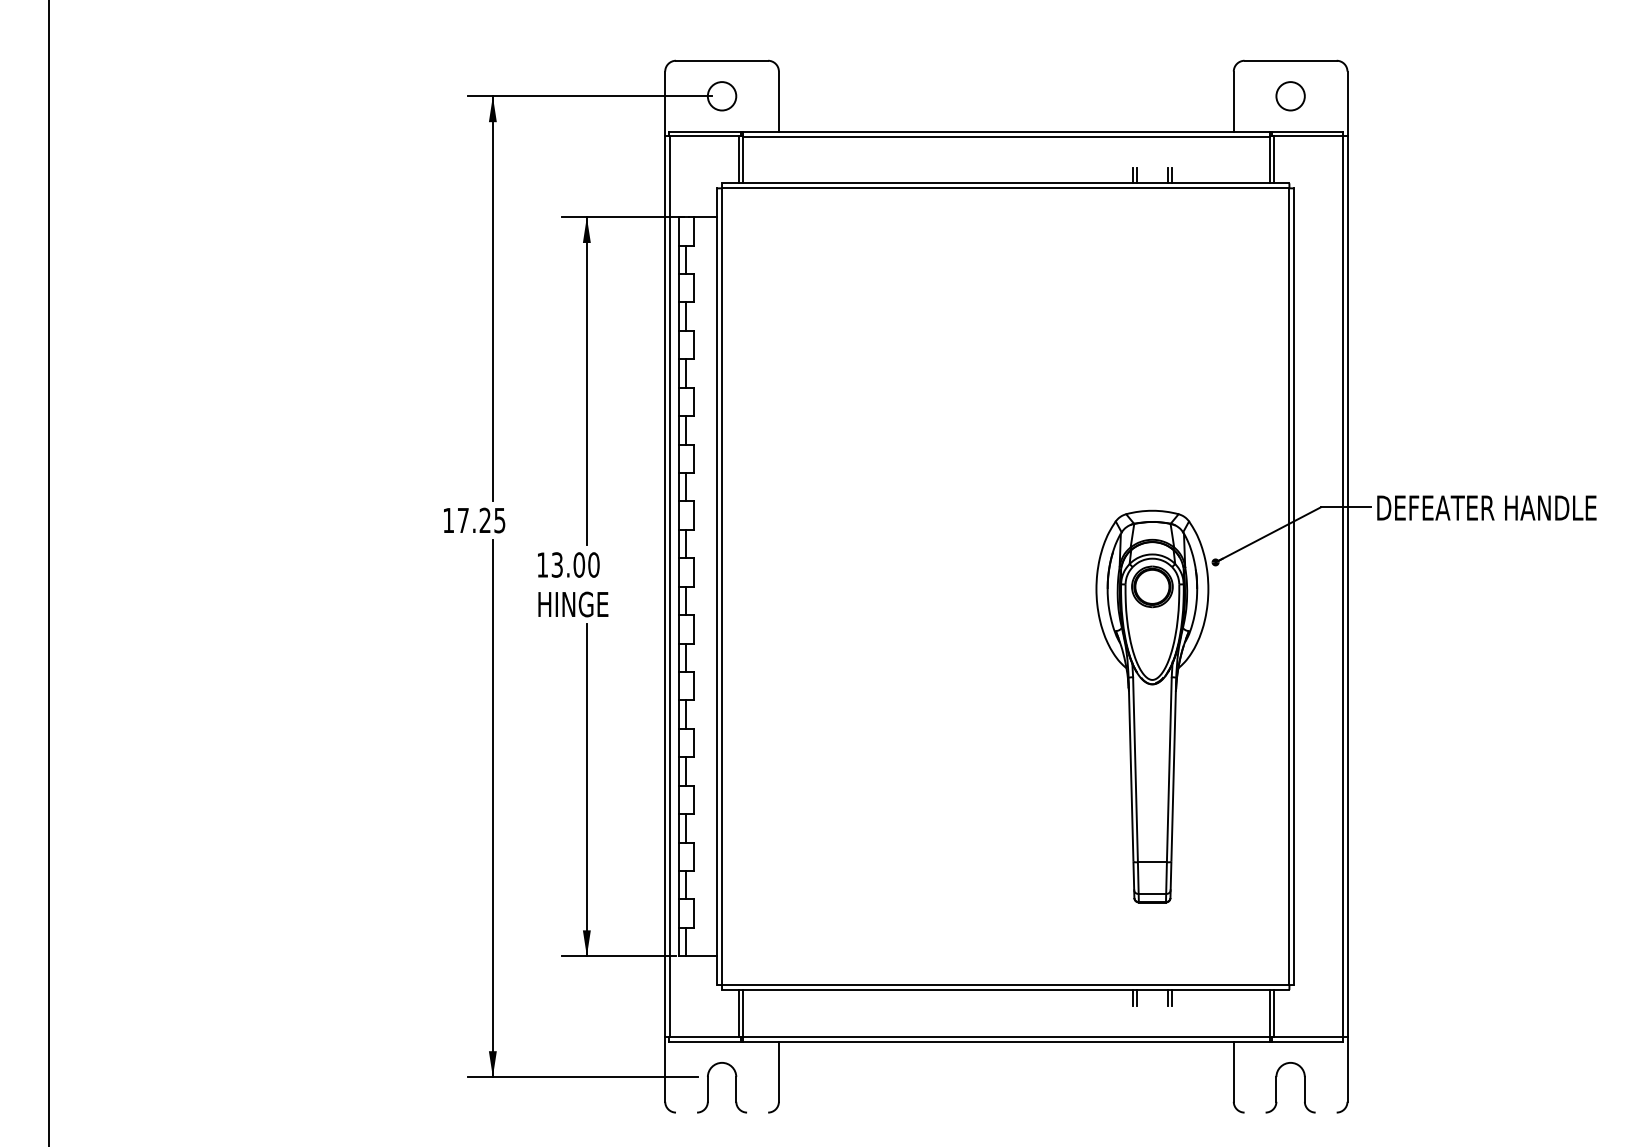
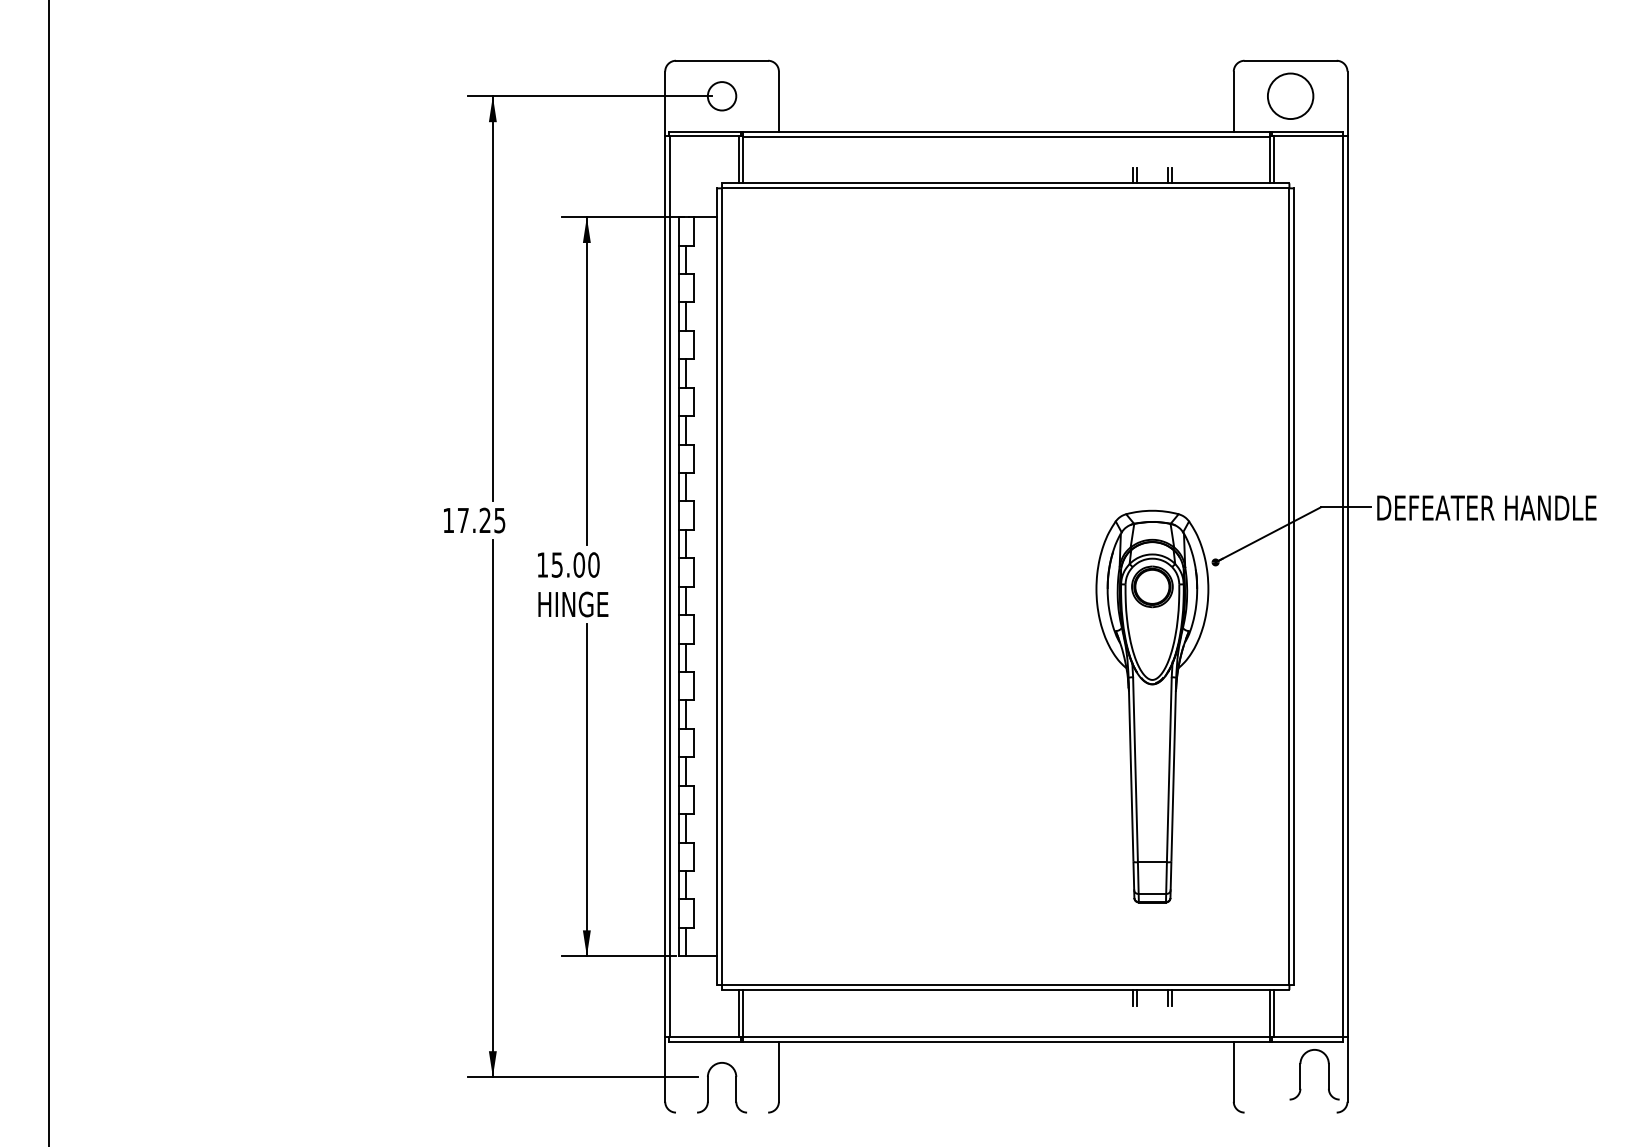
circle at (1290, 96) diameter: 28 px -> 45 px
text at (557, 564): 13.00 -> 15.00
part at (1276, 1087) position: (1276, 1087) -> (1300, 1074)
